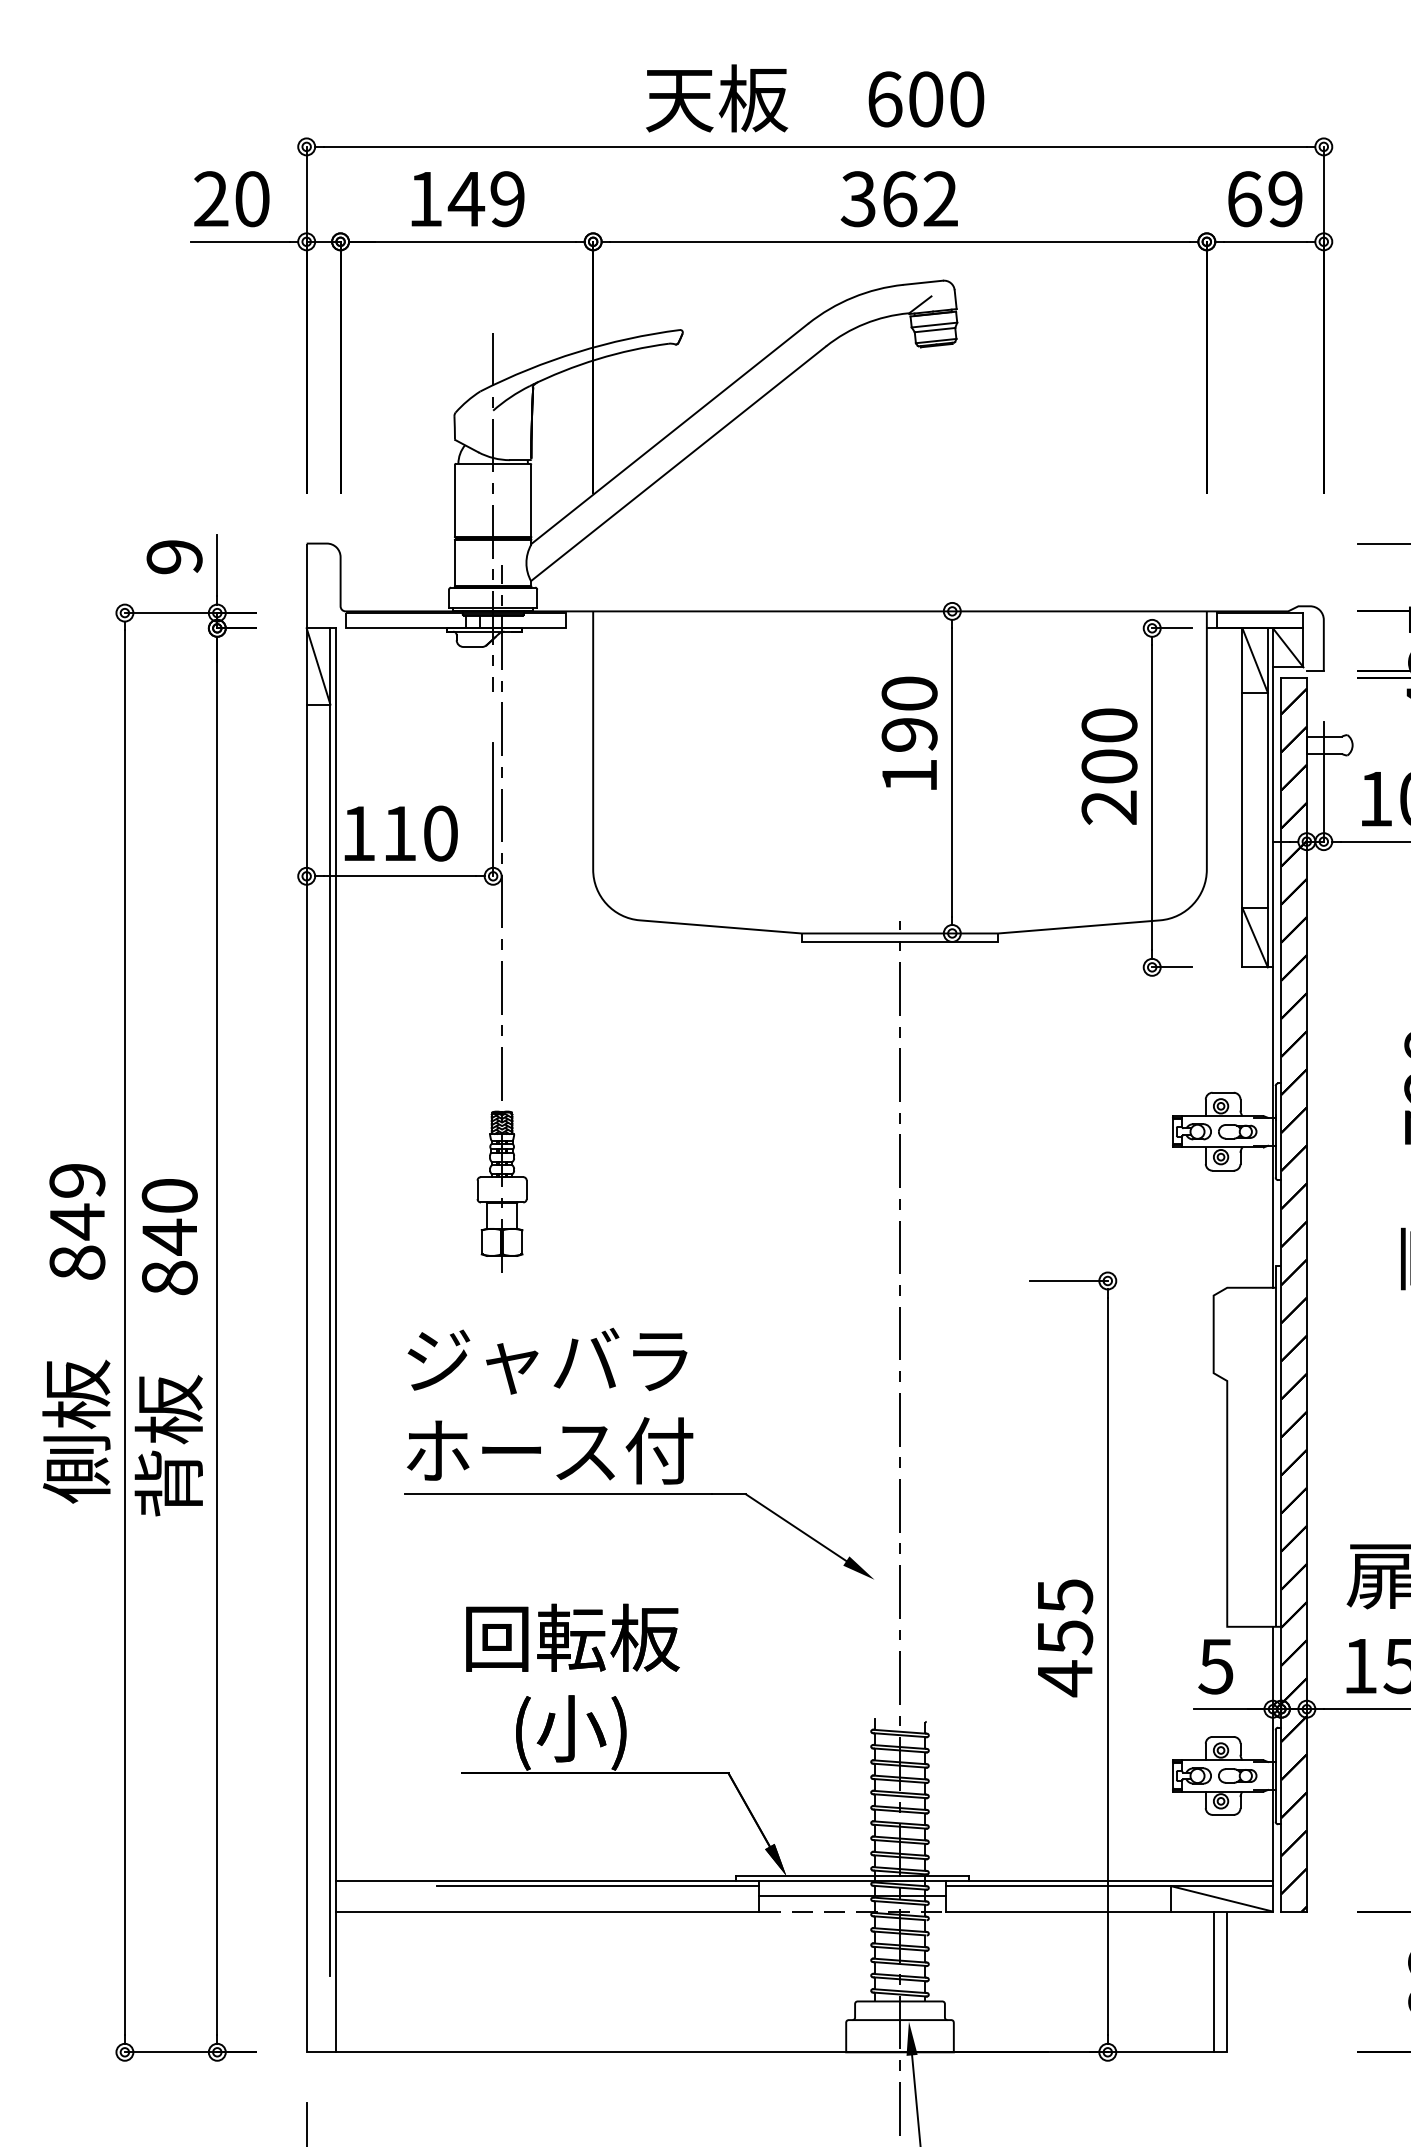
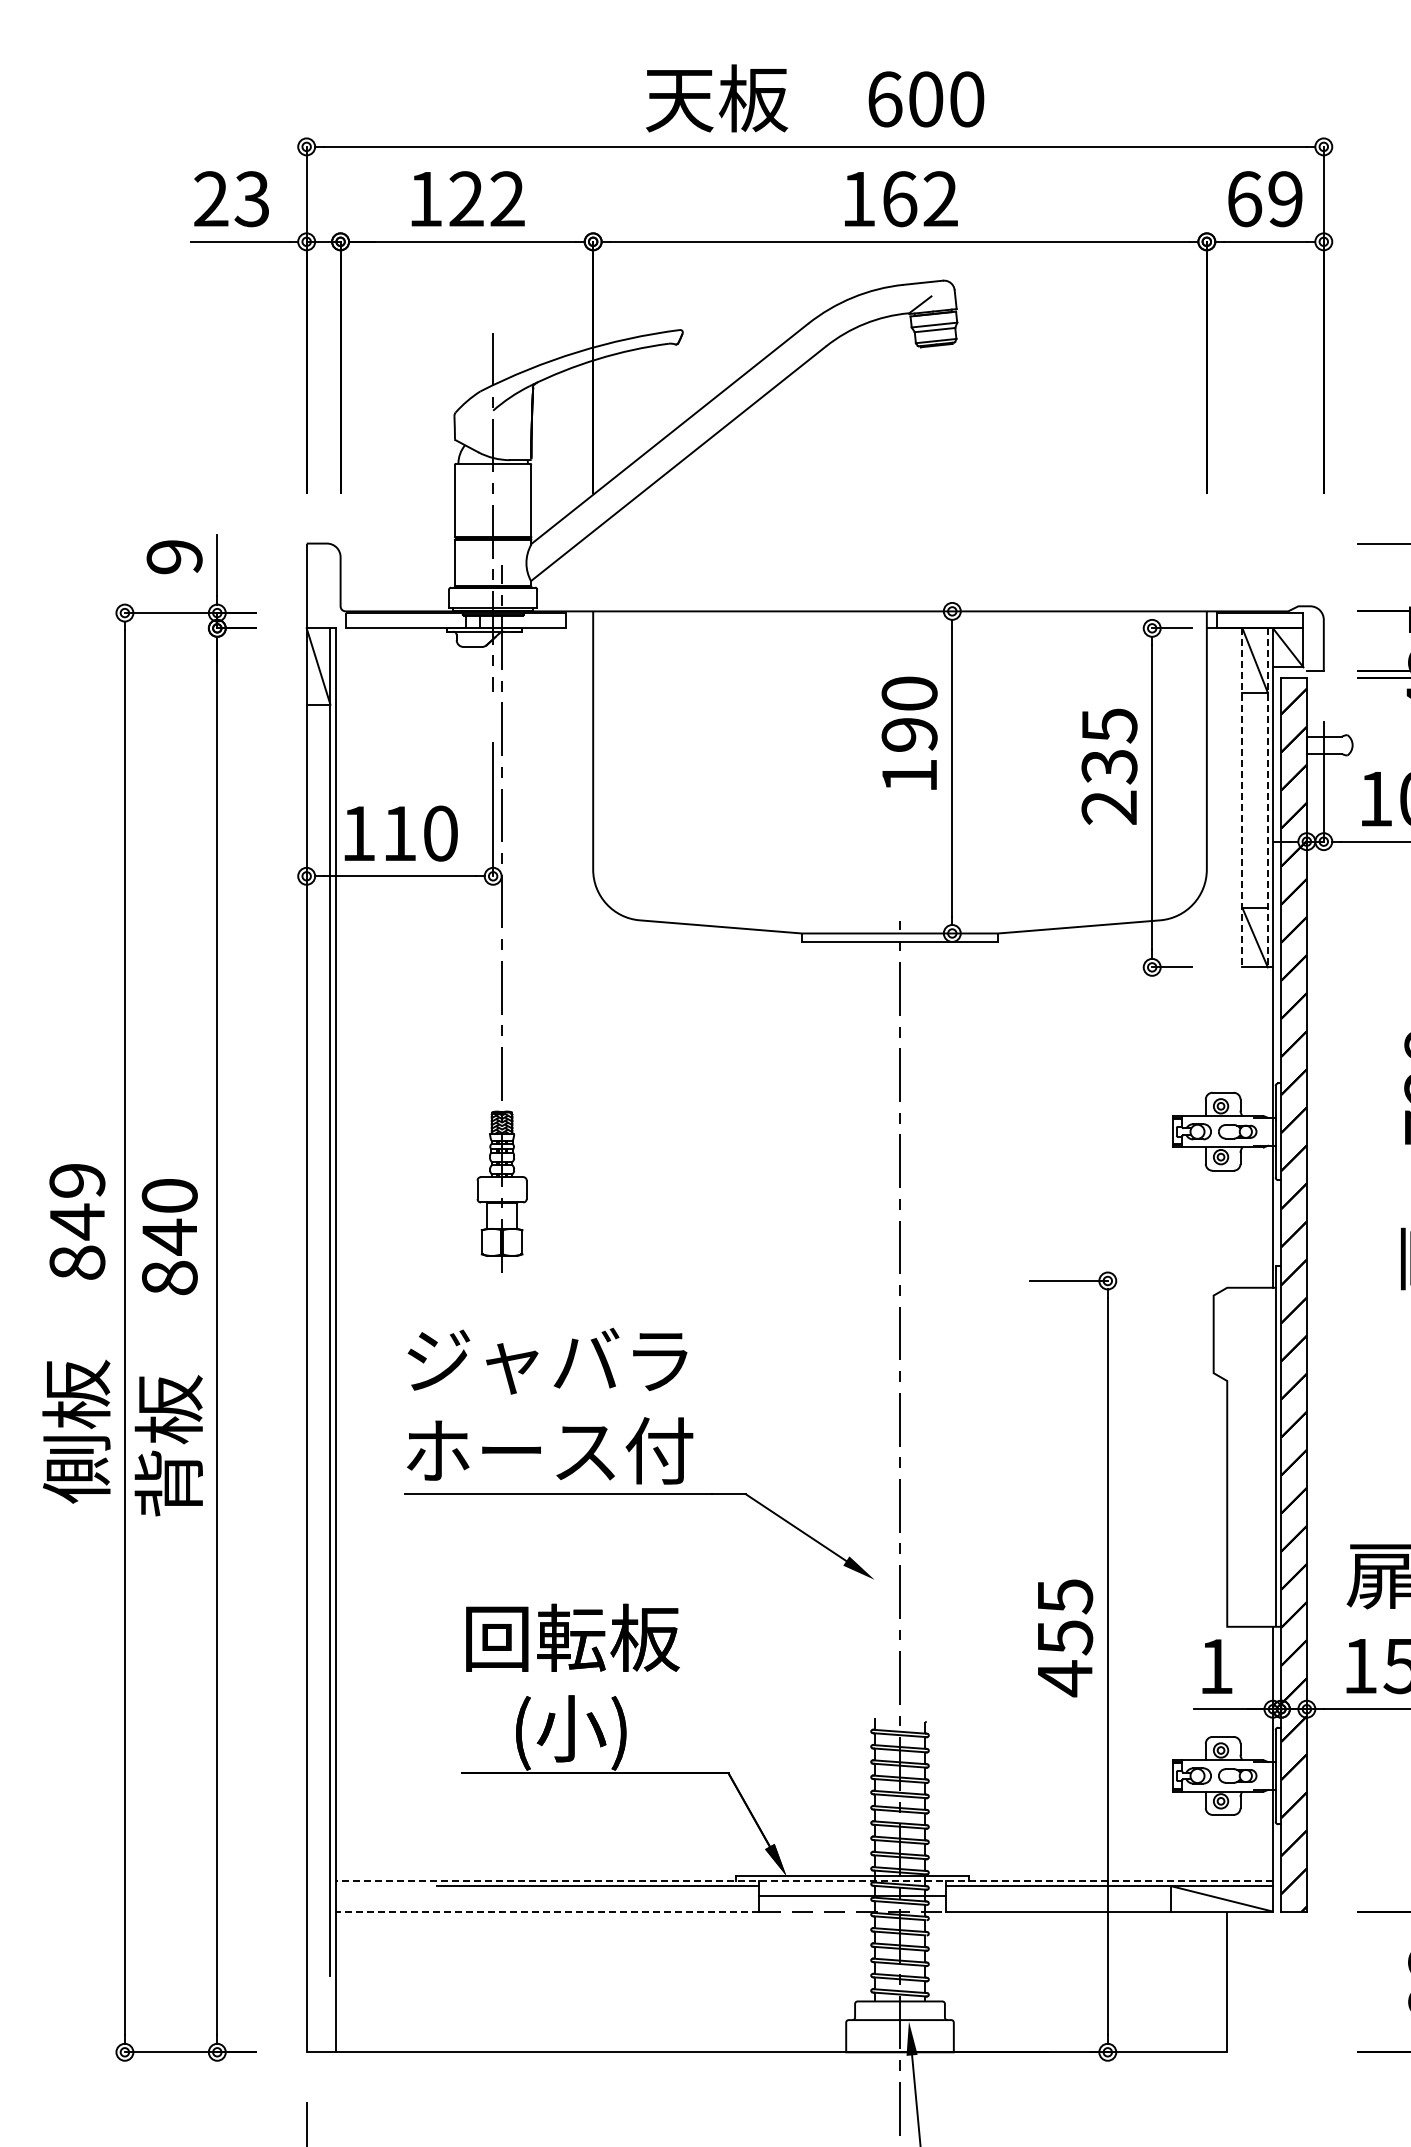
text at (251, 199): 20 -> 23
text at (485, 199): 149 -> 122
text at (857, 199): 362 -> 162
text at (1109, 746): 200 -> 235
line at (1242, 797): solid -> dashed
line at (1267, 797): solid -> dashed
text at (1215, 1666): 5 -> 1
line at (804, 1881): solid -> dashed
line at (547, 1911): solid -> dashed
line at (1213, 1981): present -> none
